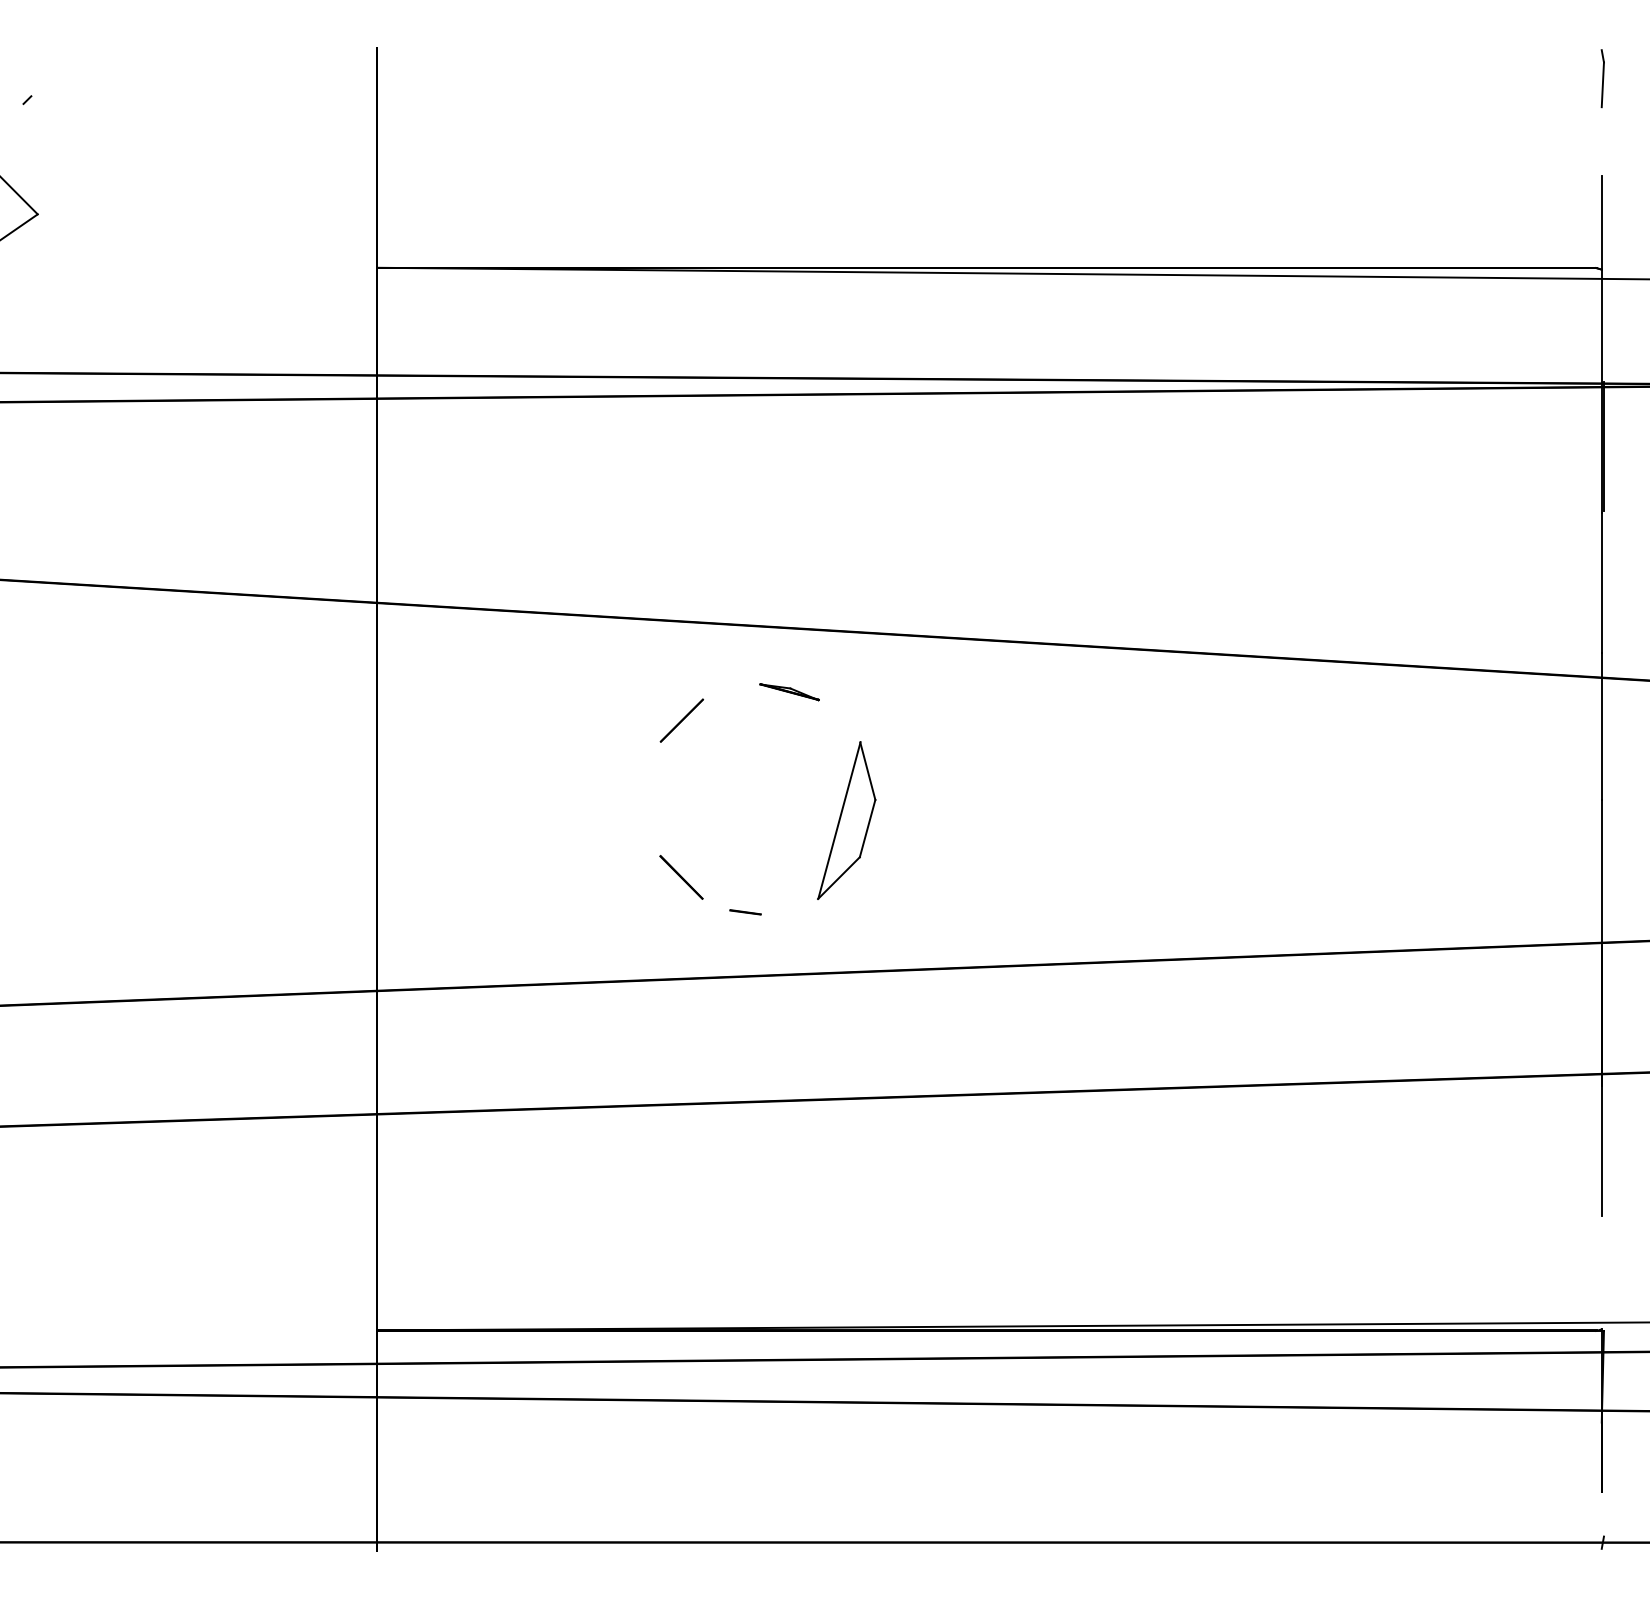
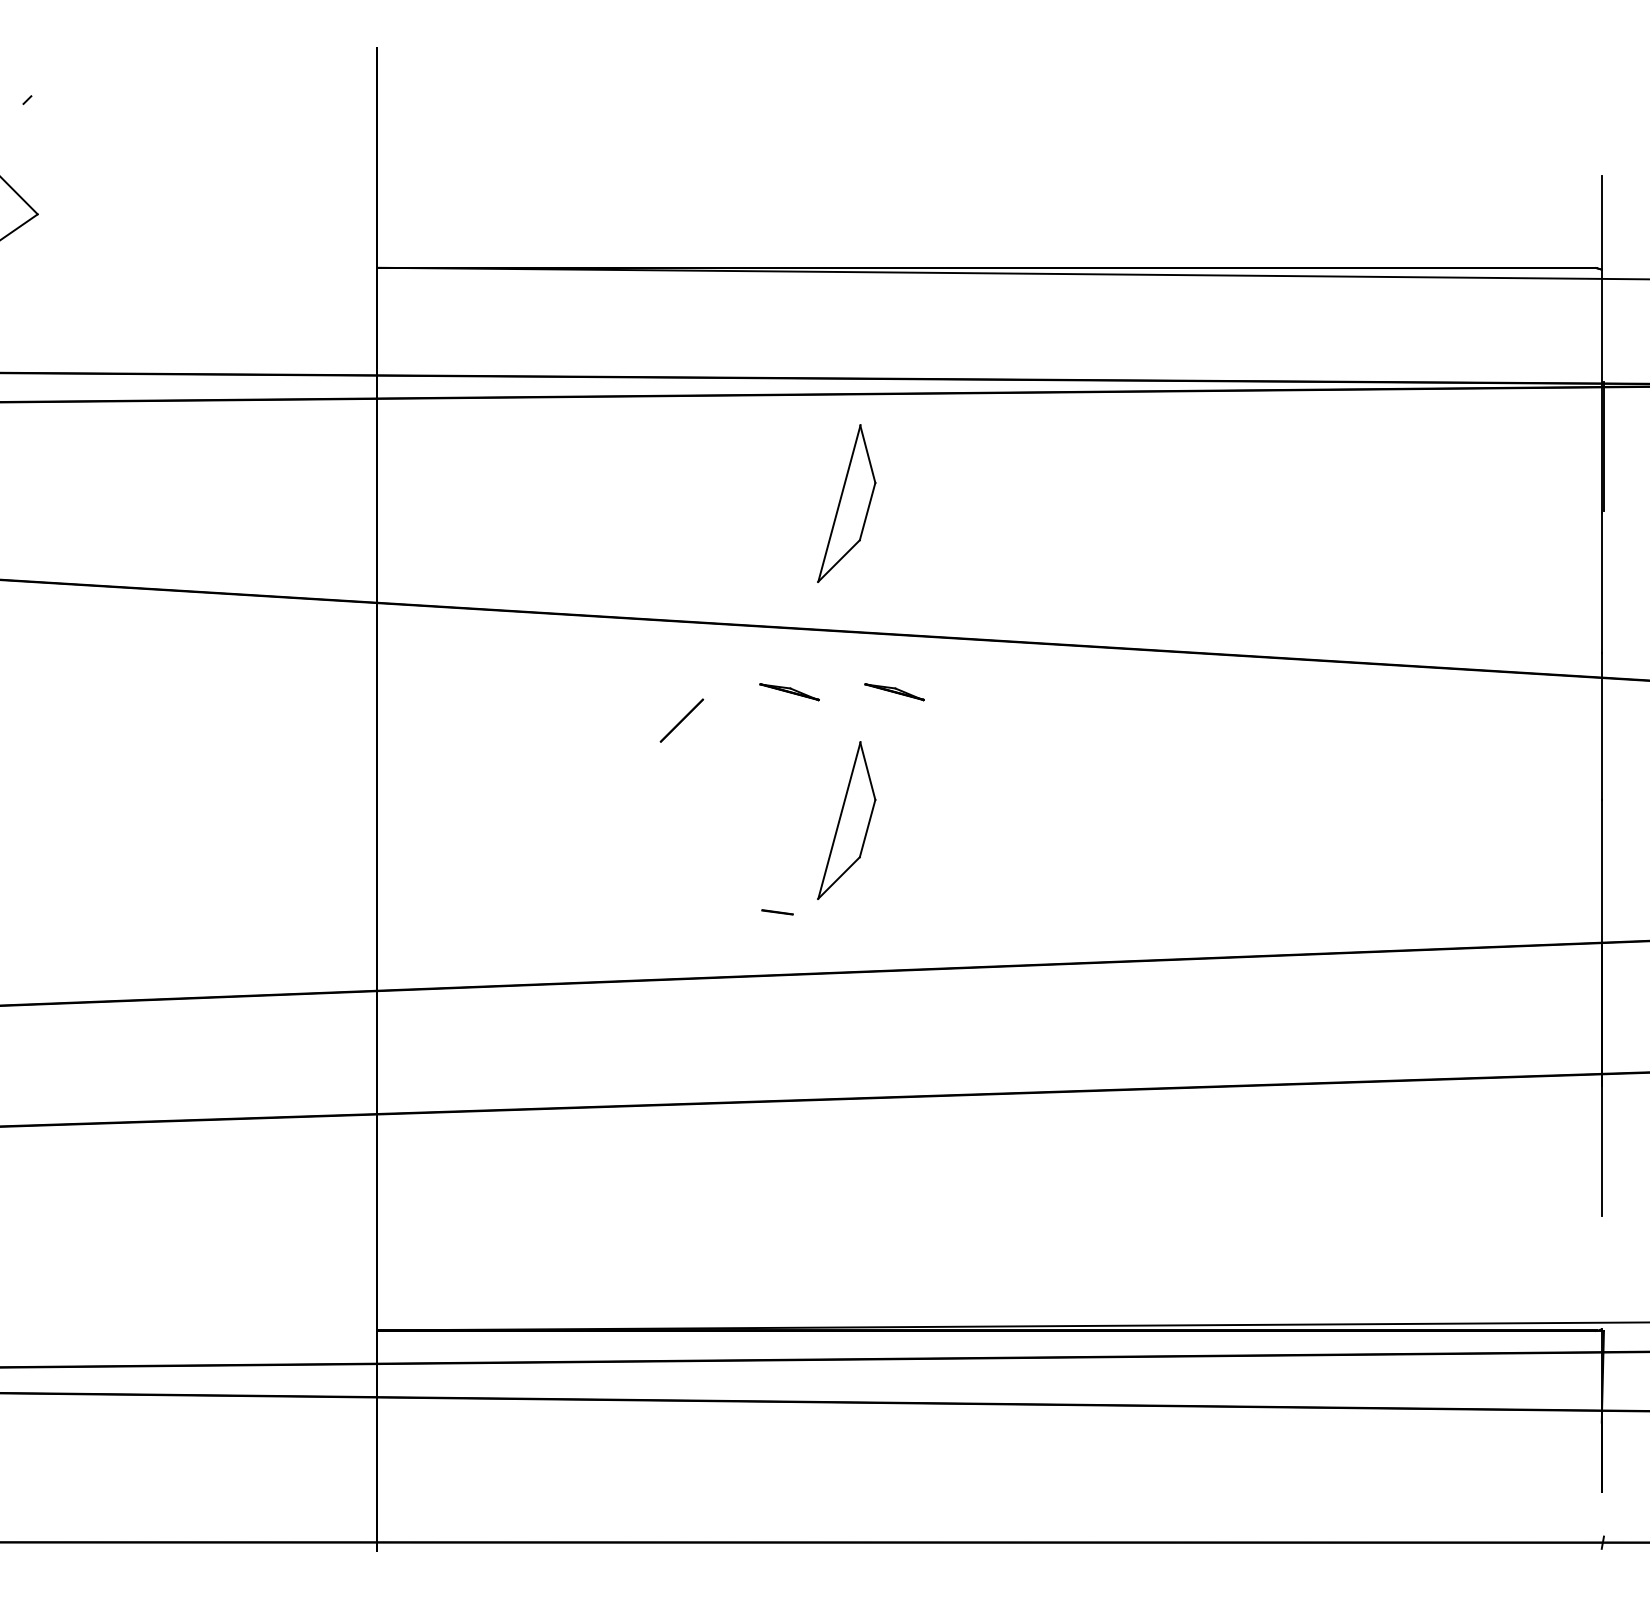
part at (1602, 78): present -> none
part at (846, 503): none -> present
part at (894, 692): none -> present
line at (681, 877): present -> none
line at (745, 912) position: (745, 912) -> (777, 912)
